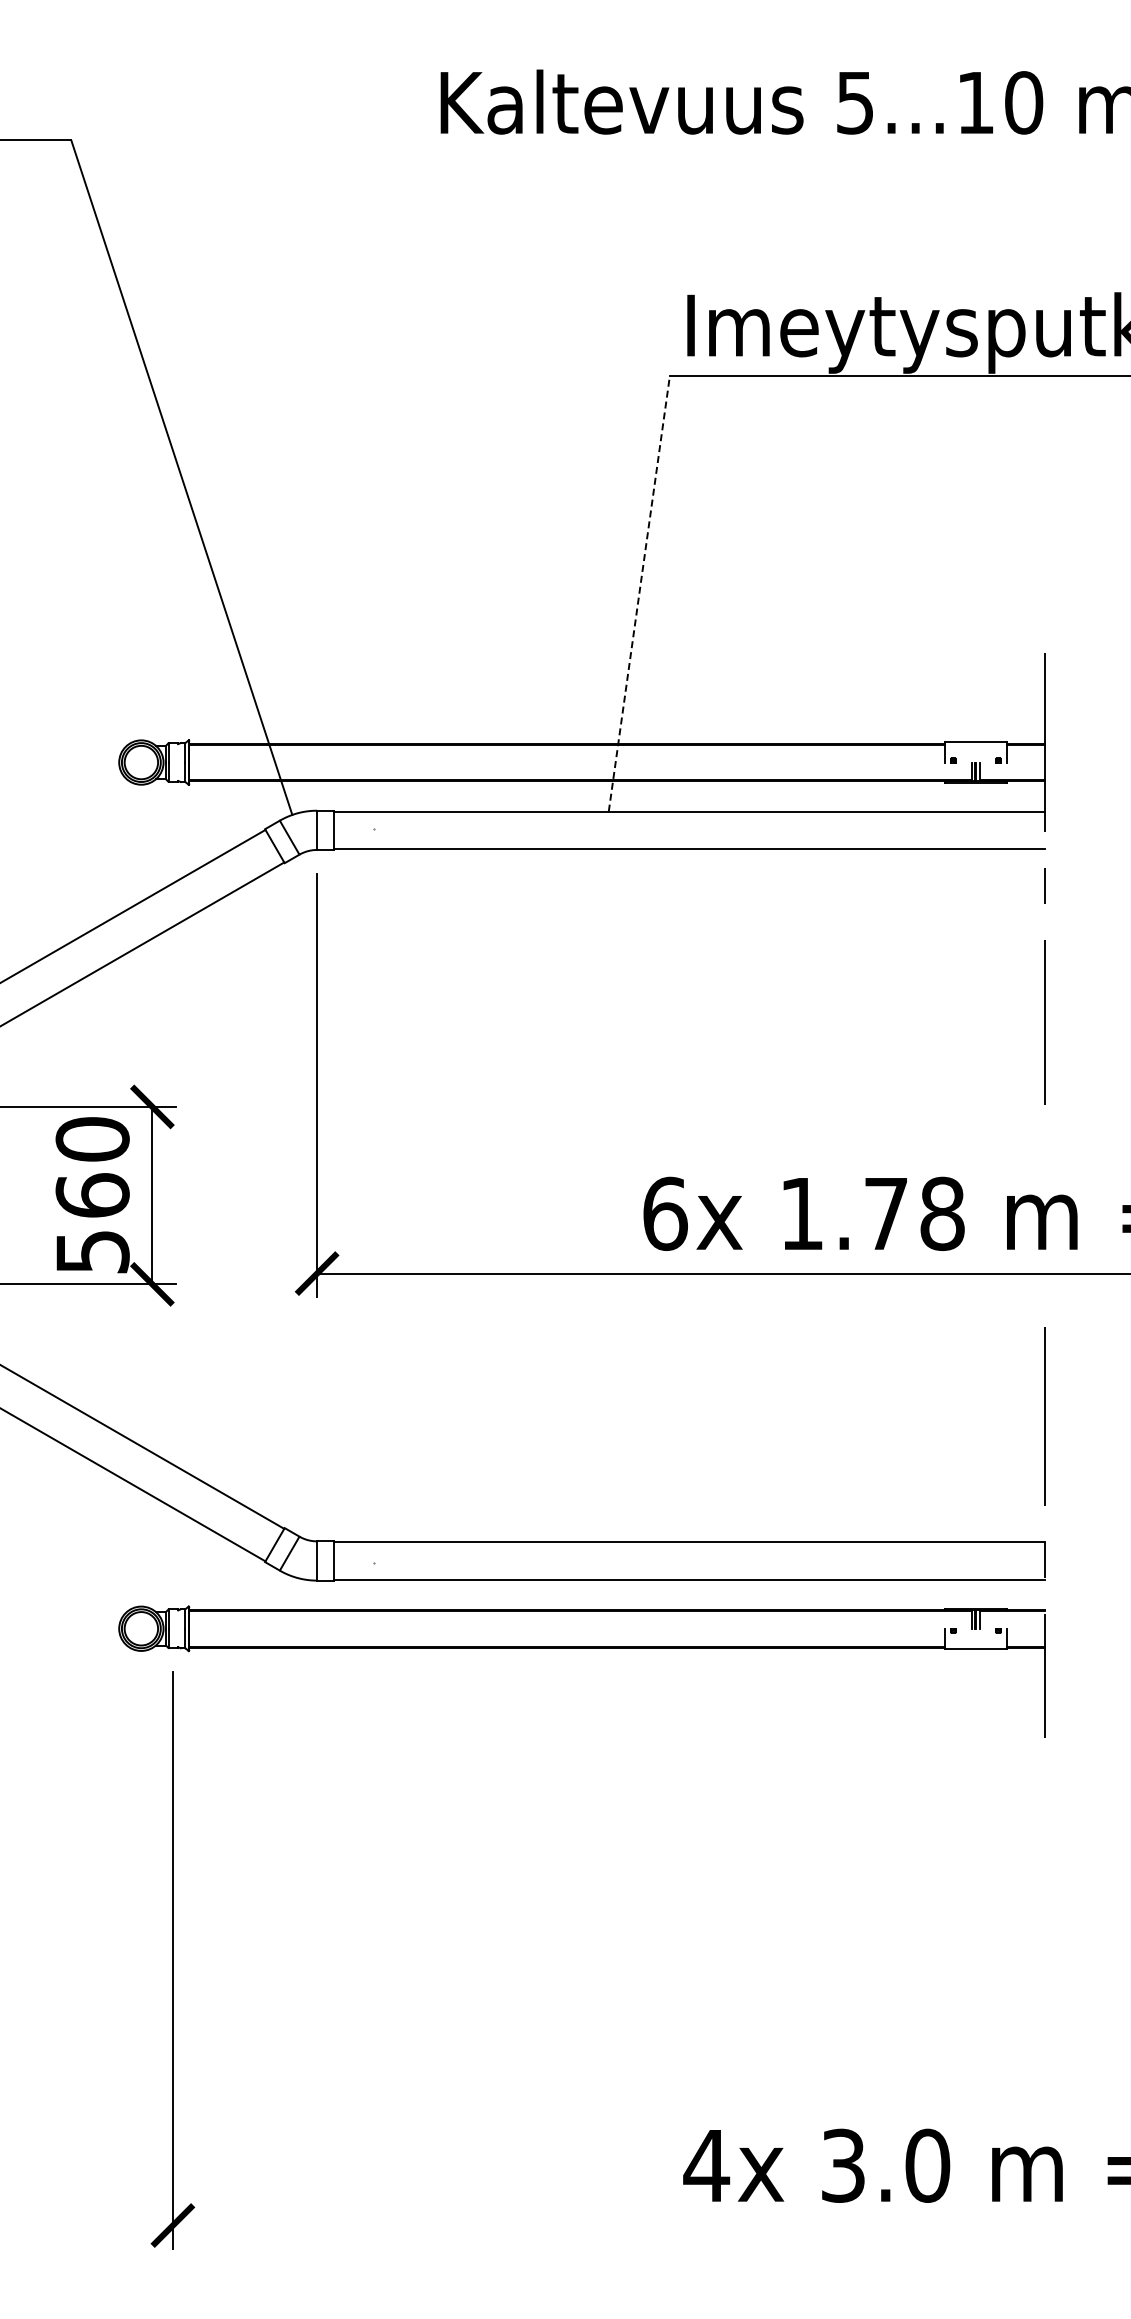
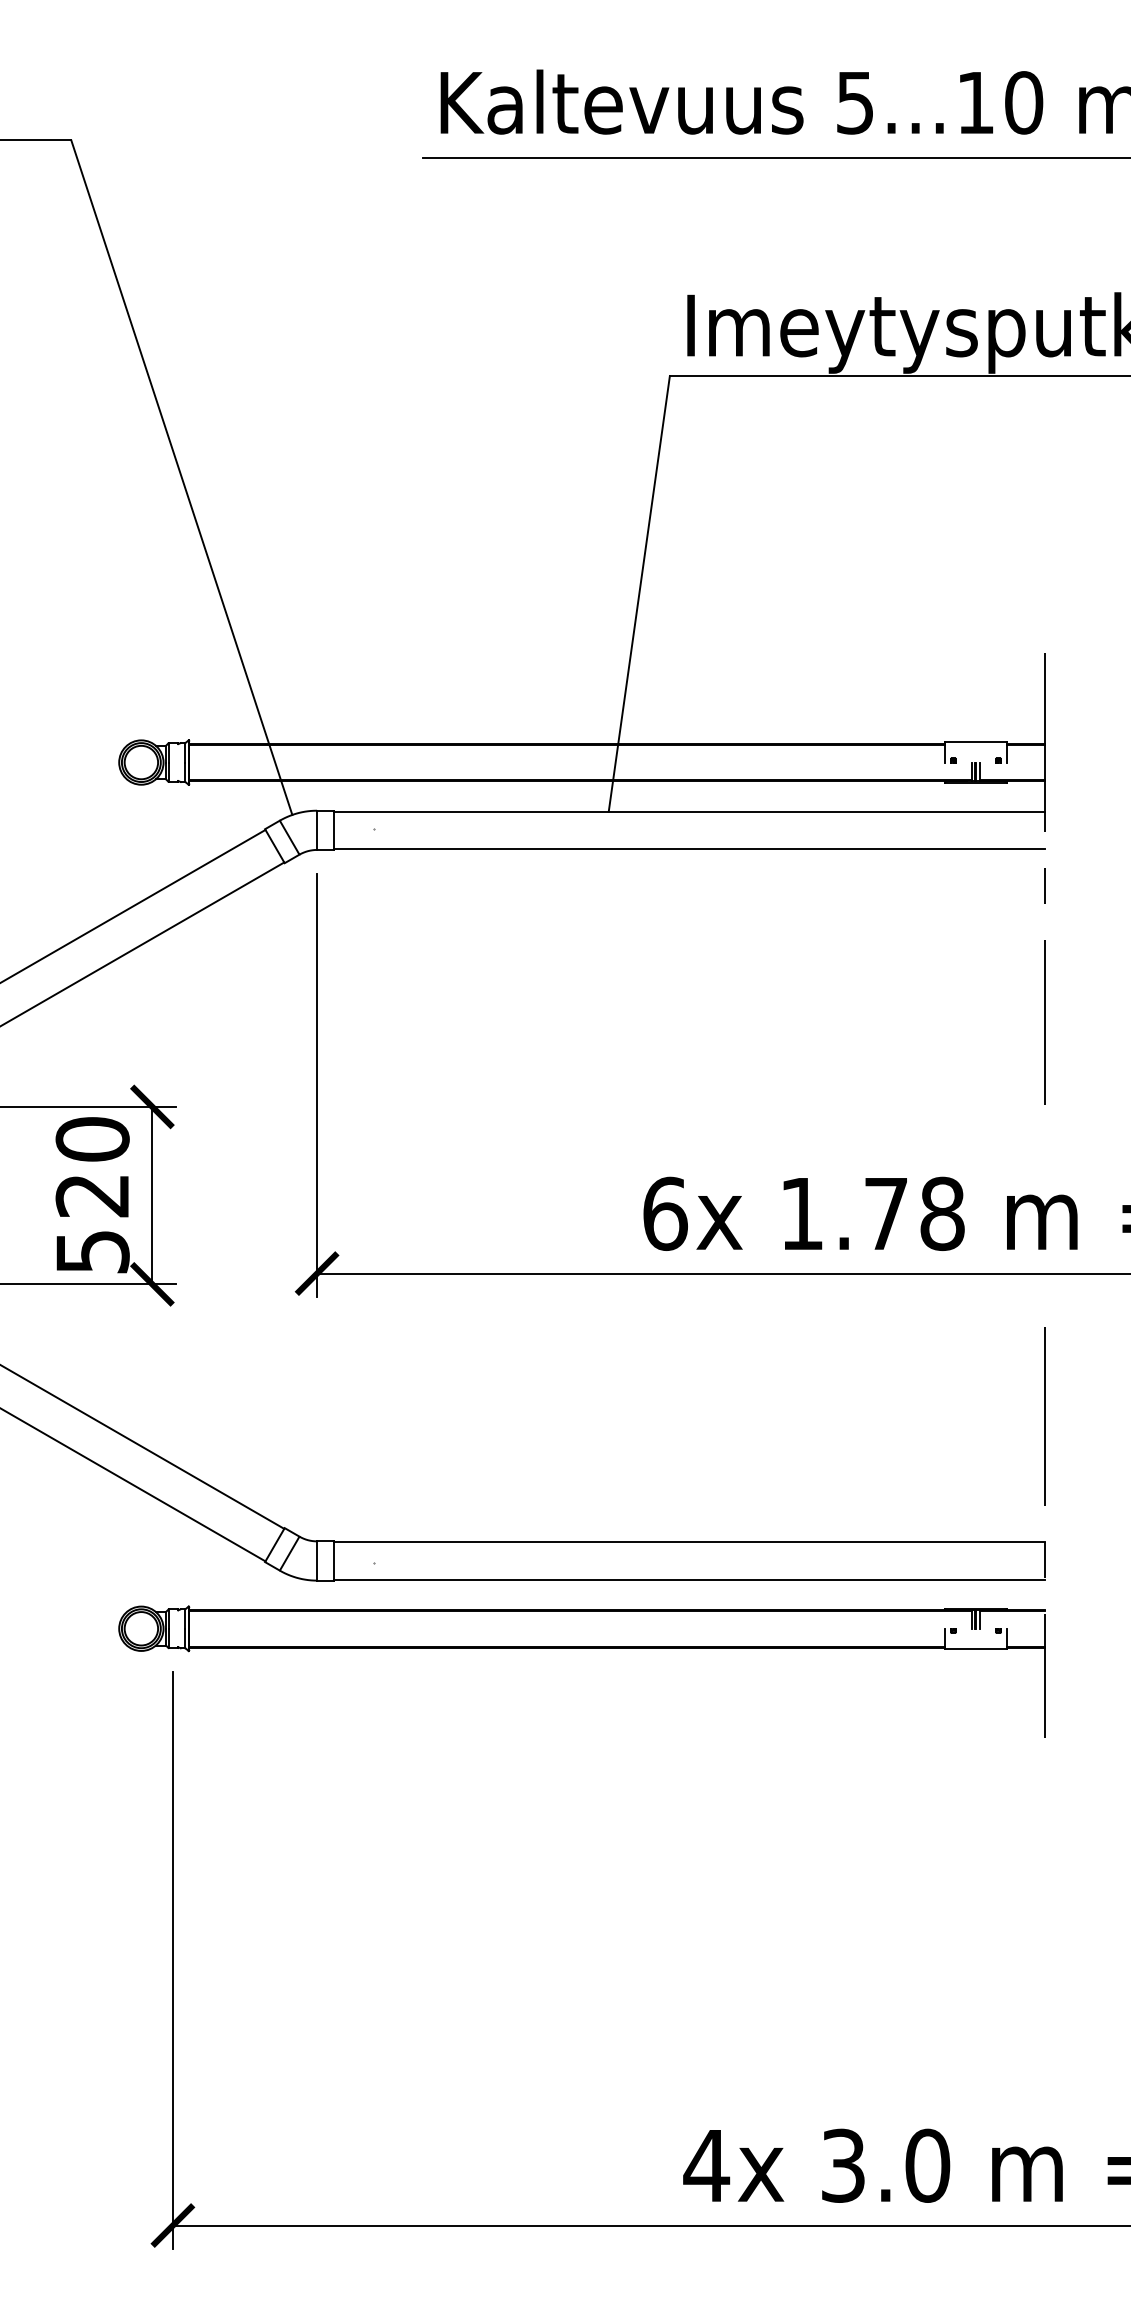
line at (775, 157): none -> present
line at (639, 593): dashed -> solid
text at (92, 1195): 560 -> 520
line at (649, 2225): none -> present
